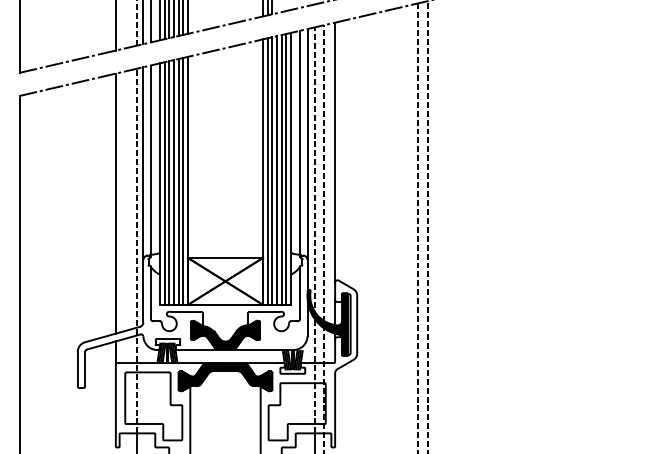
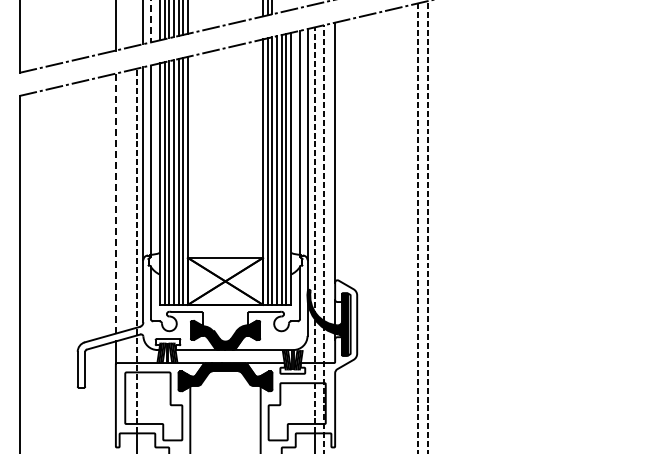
line at (150, 21): solid -> dashed
line at (136, 23): present -> none
line at (115, 203): solid -> dashed
